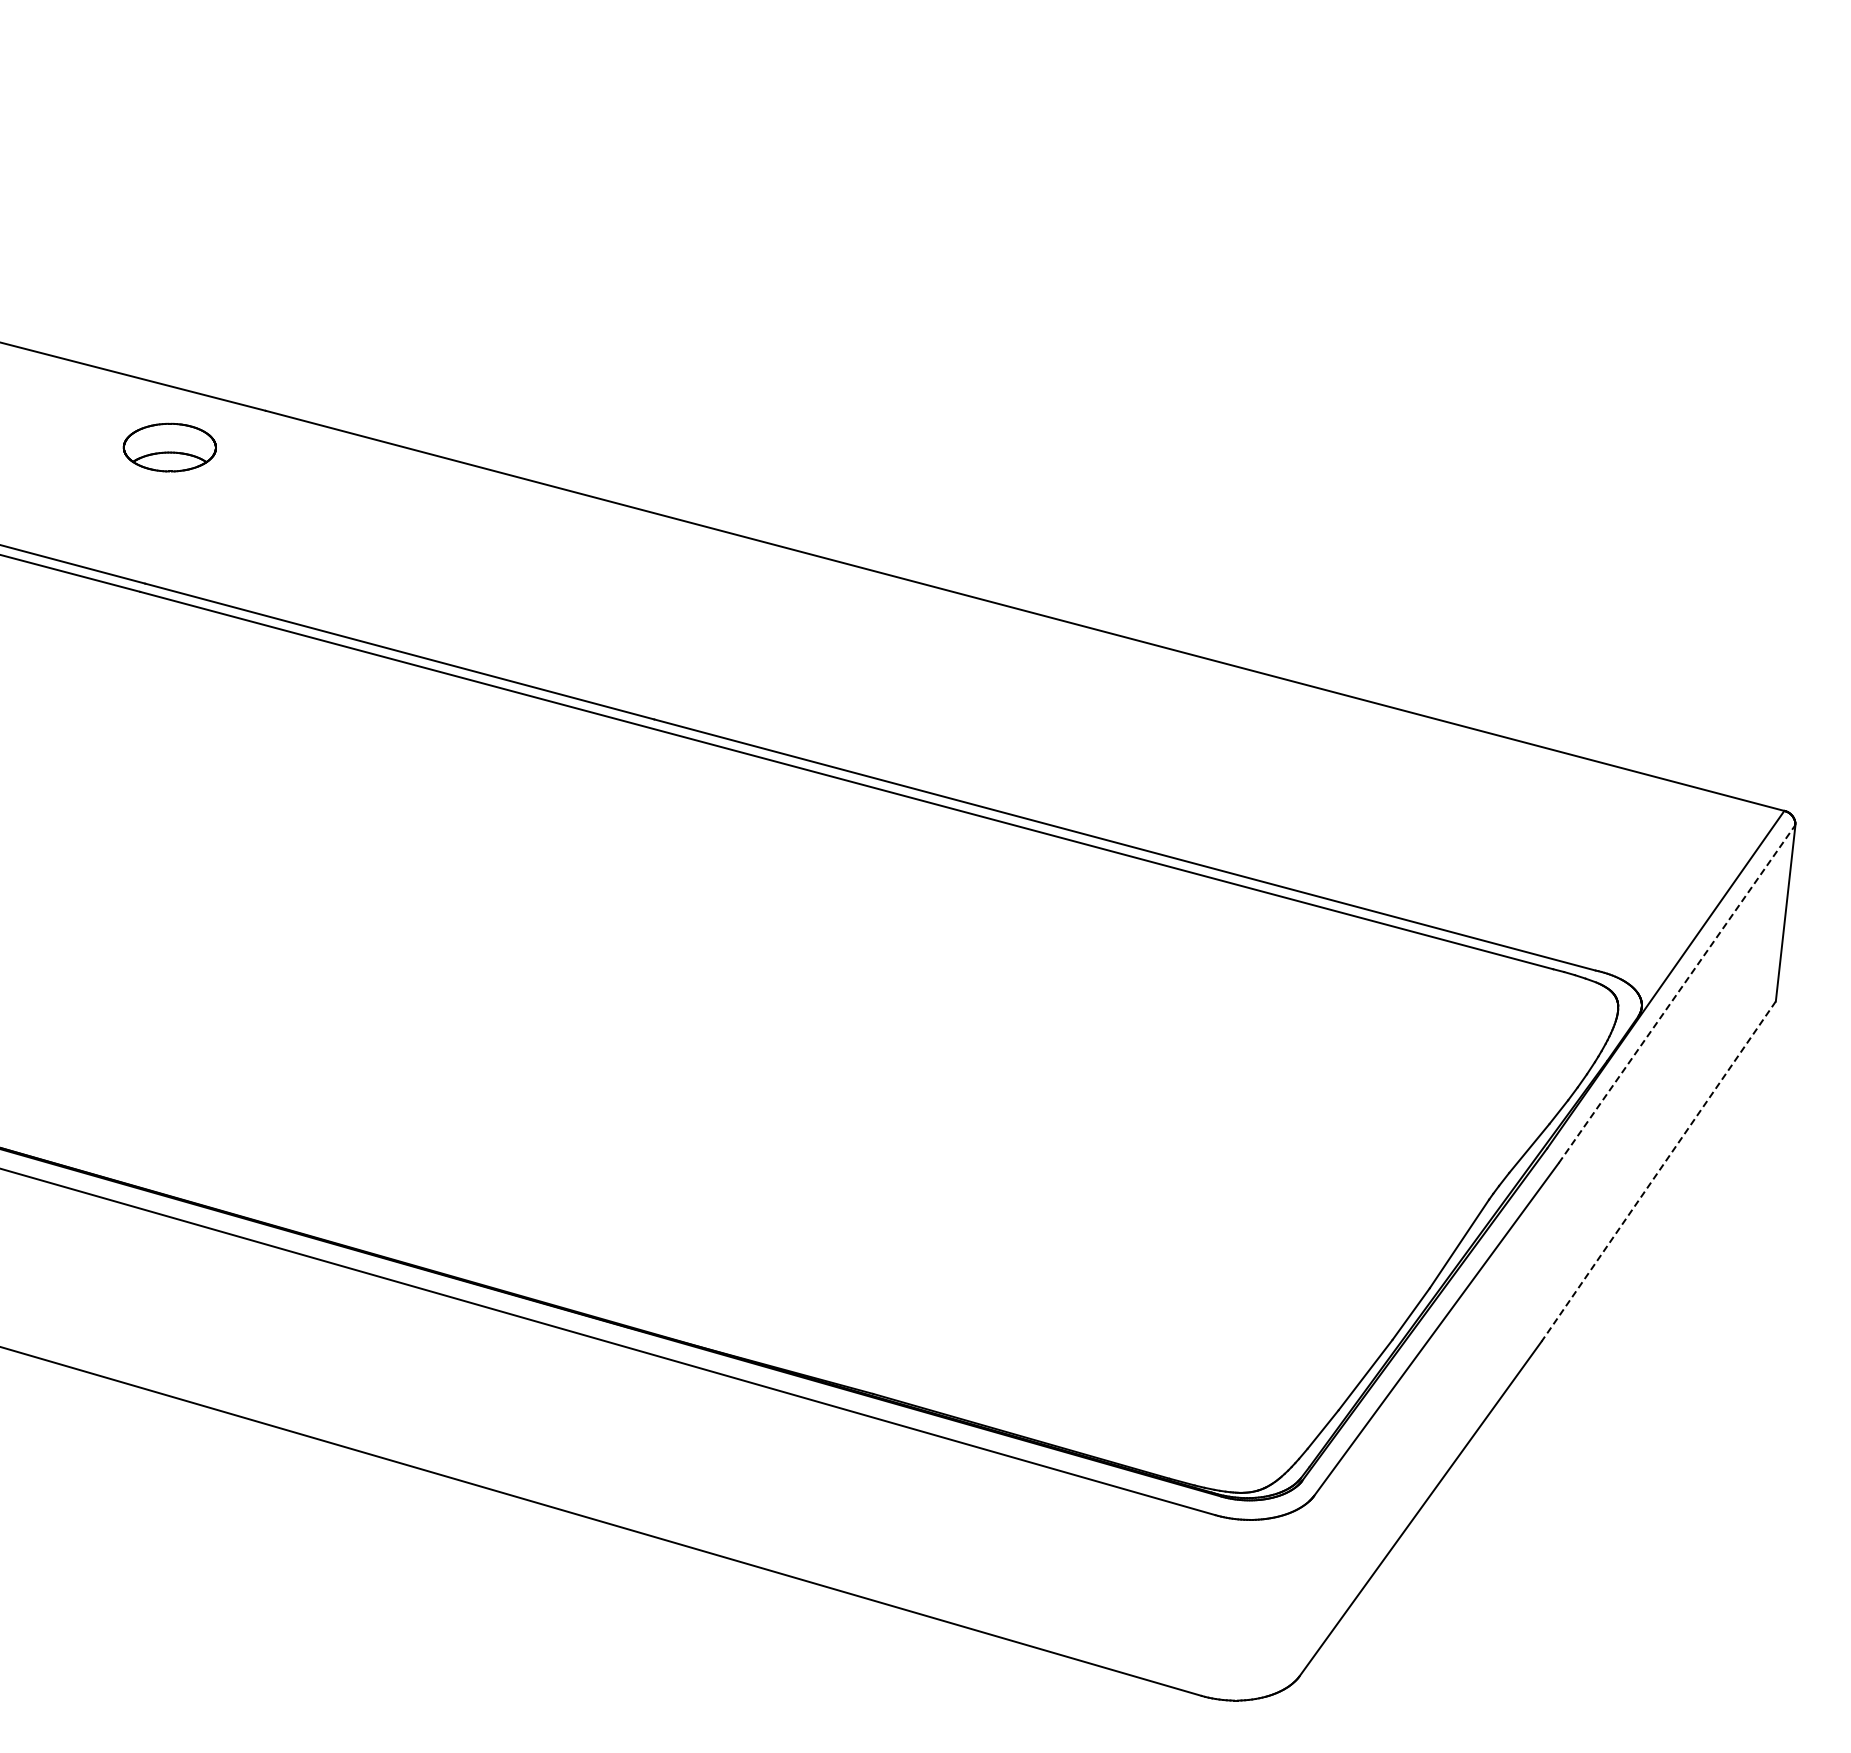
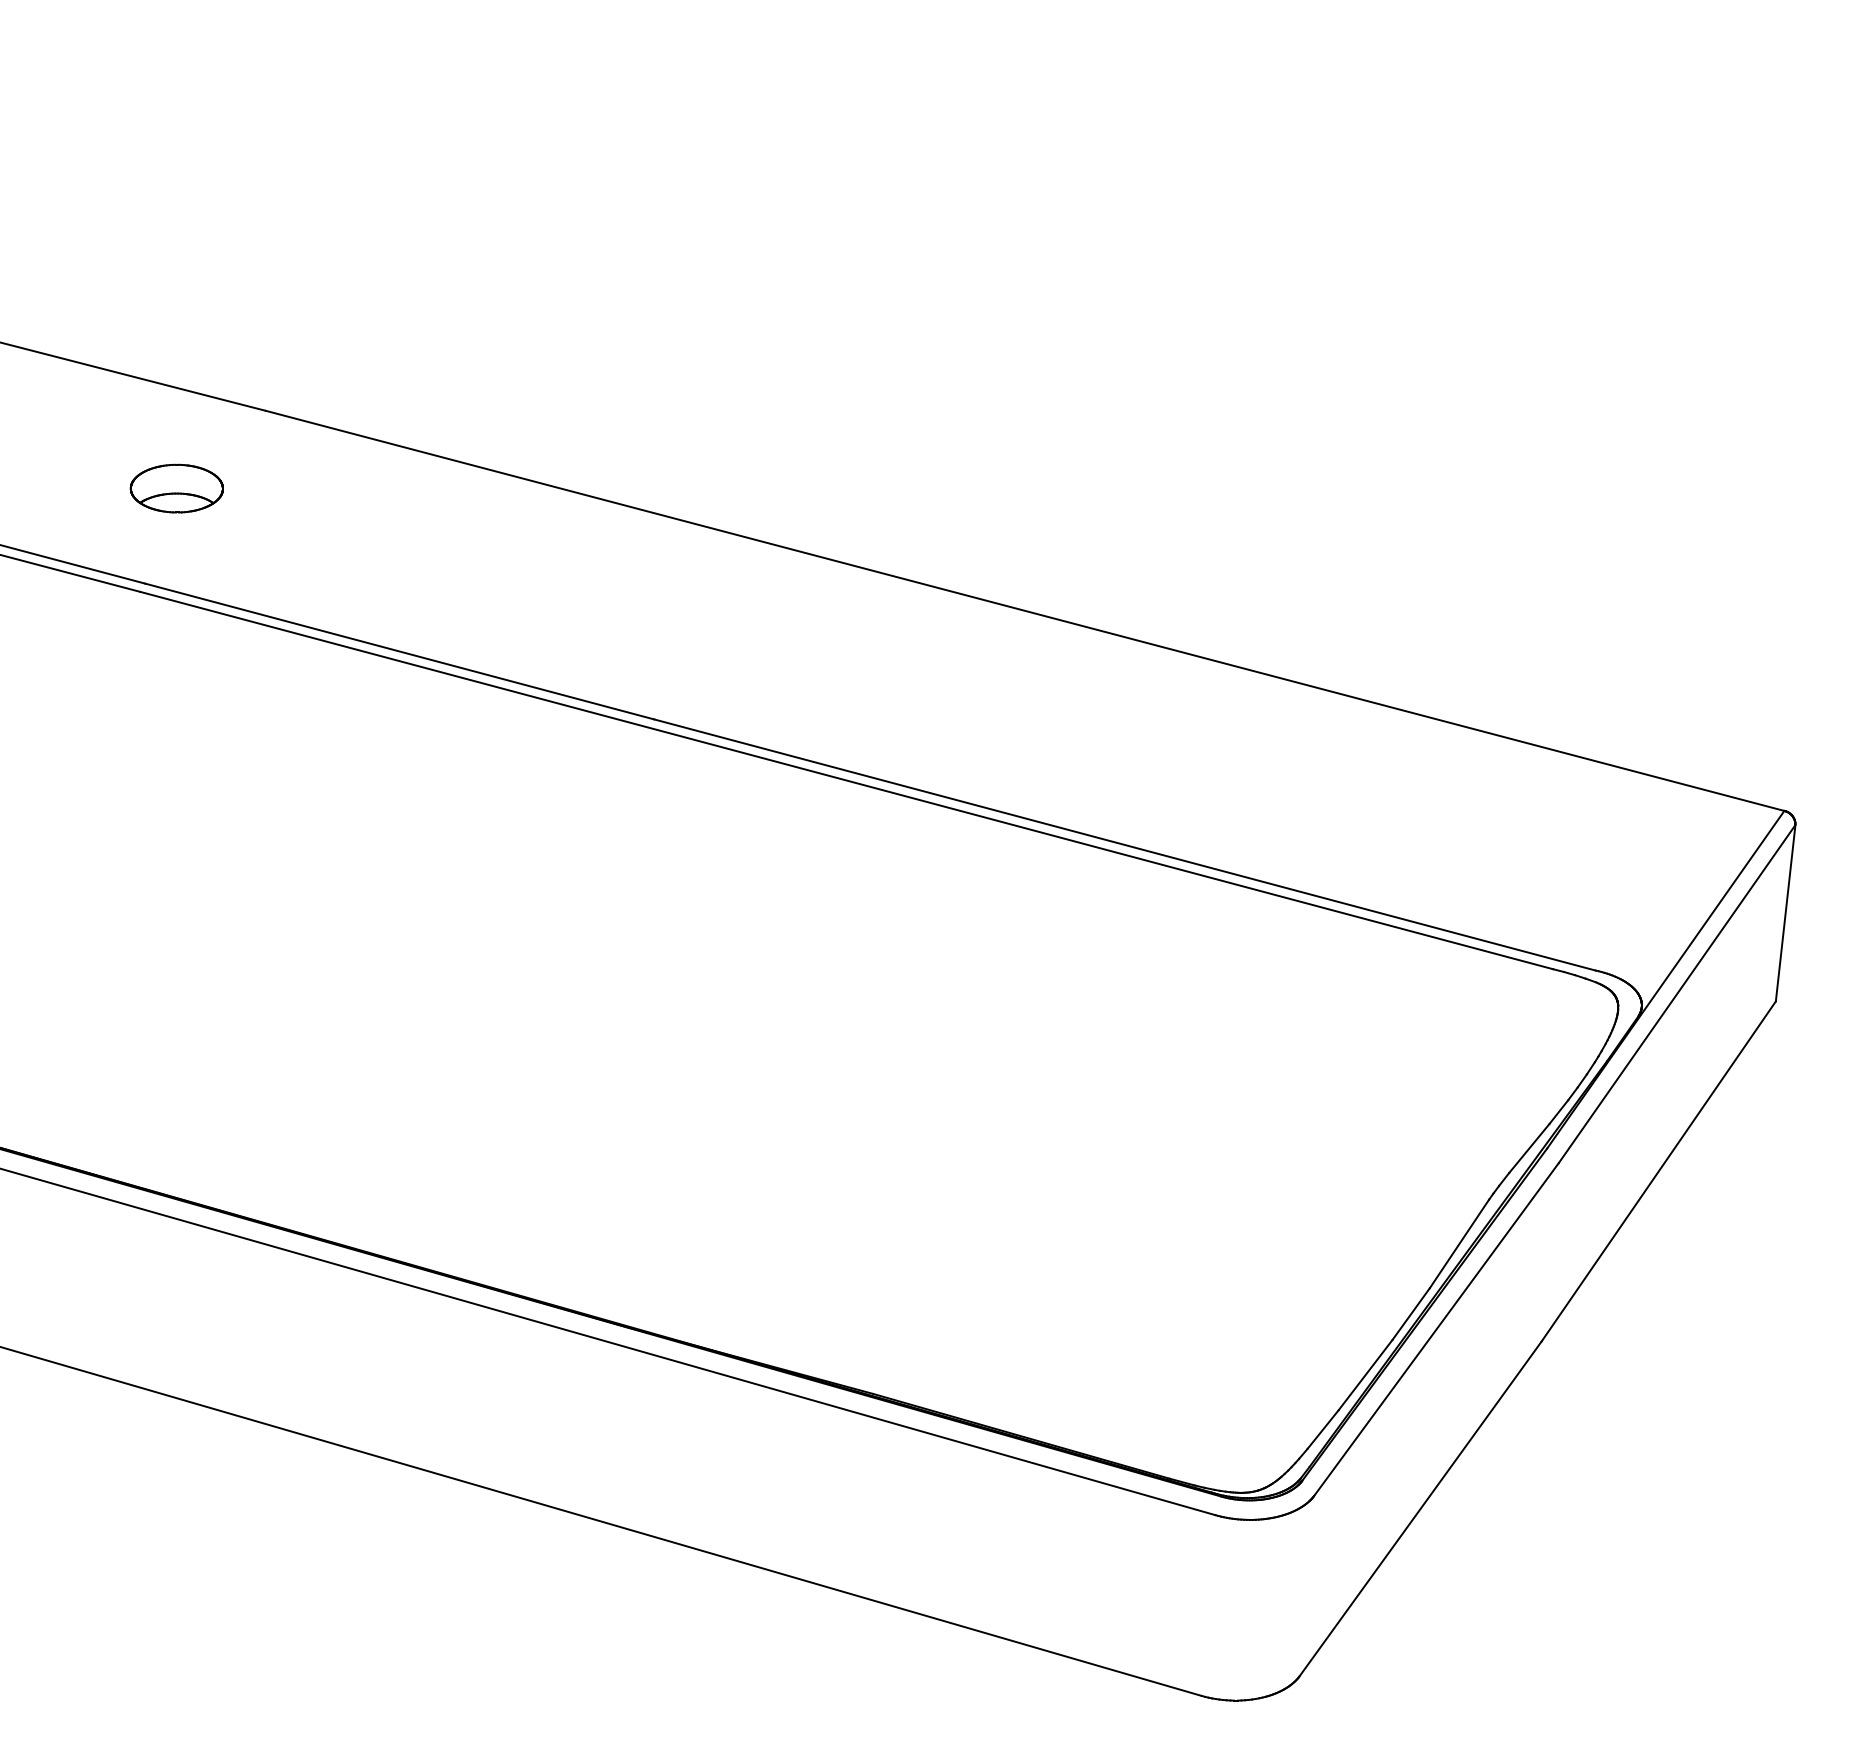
part at (169, 447) position: (169, 447) -> (176, 488)
line at (1677, 993): dashed -> solid
line at (1658, 1171): dashed -> solid
